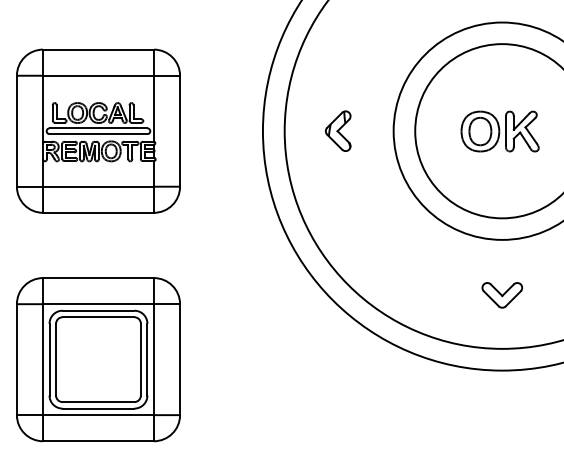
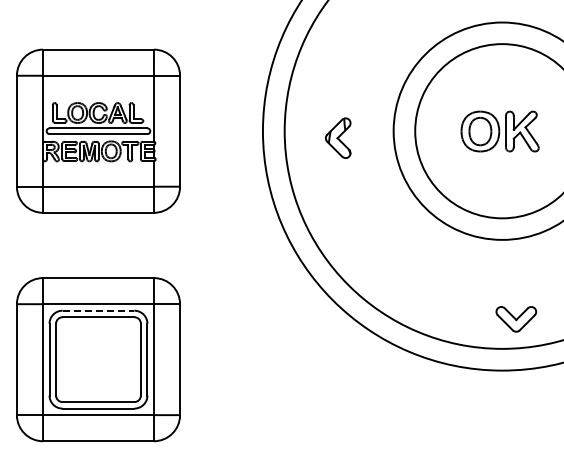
part at (338, 130) position: (338, 130) -> (338, 137)
part at (502, 295) position: (502, 295) -> (516, 319)
line at (98, 310): solid -> dashed
